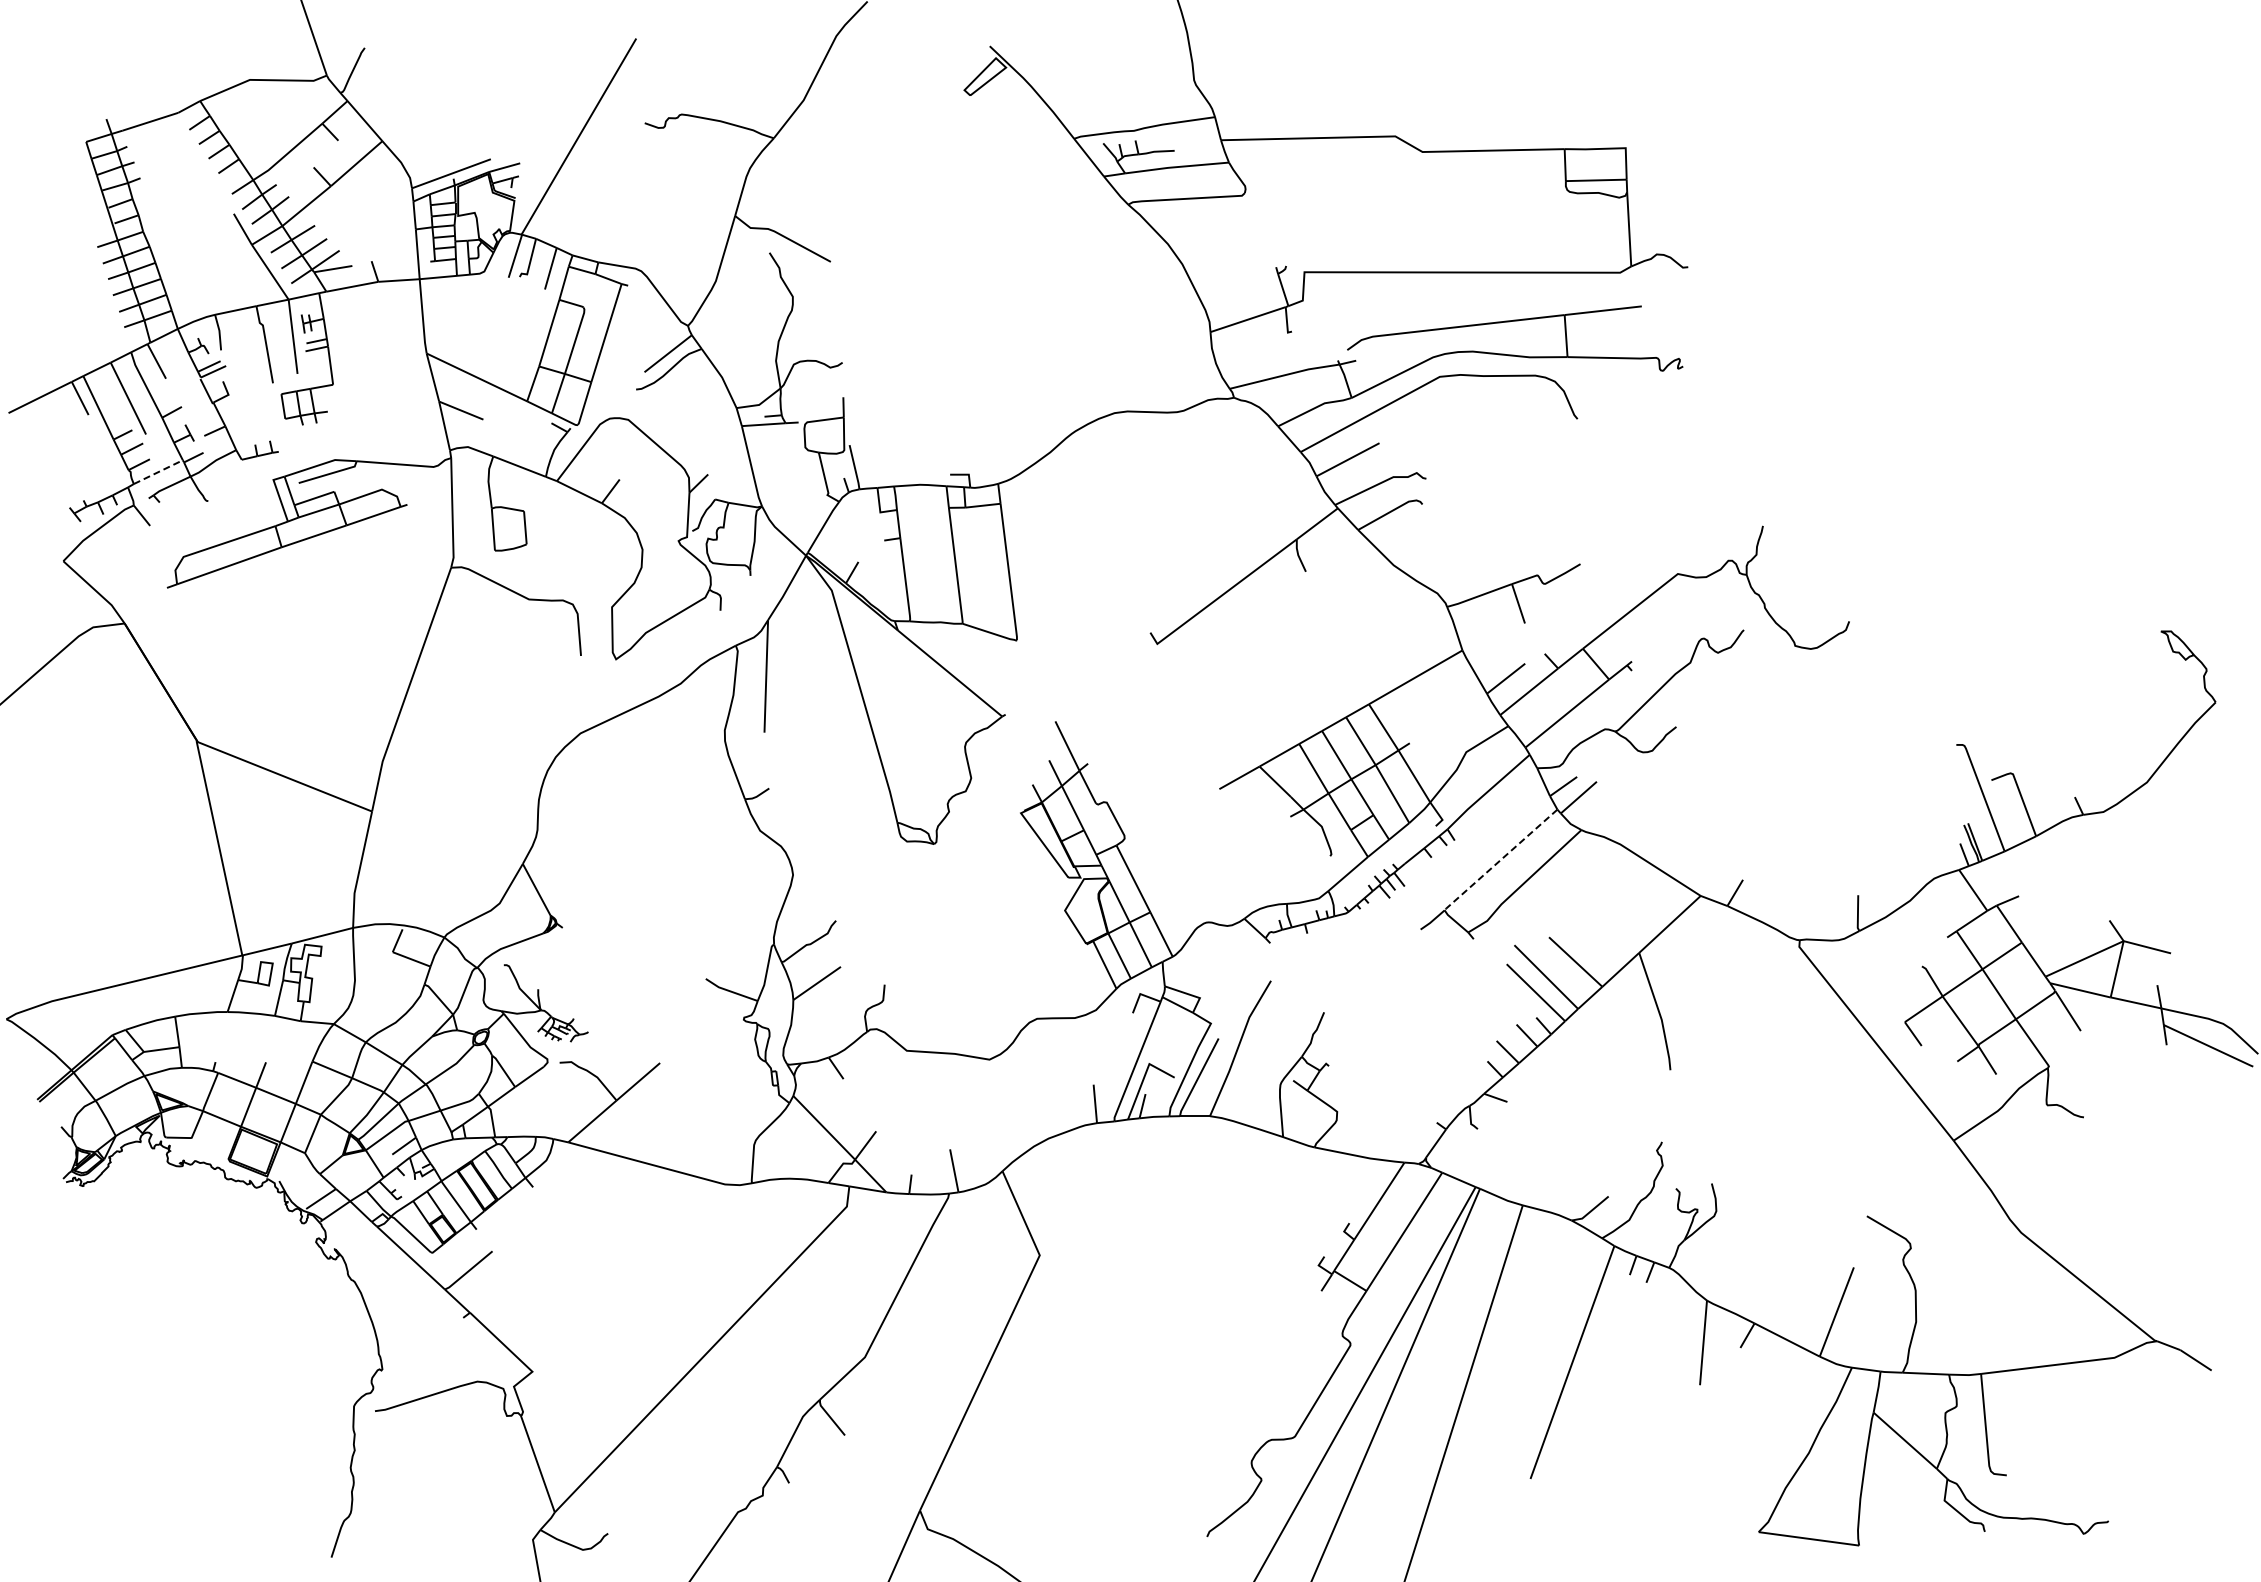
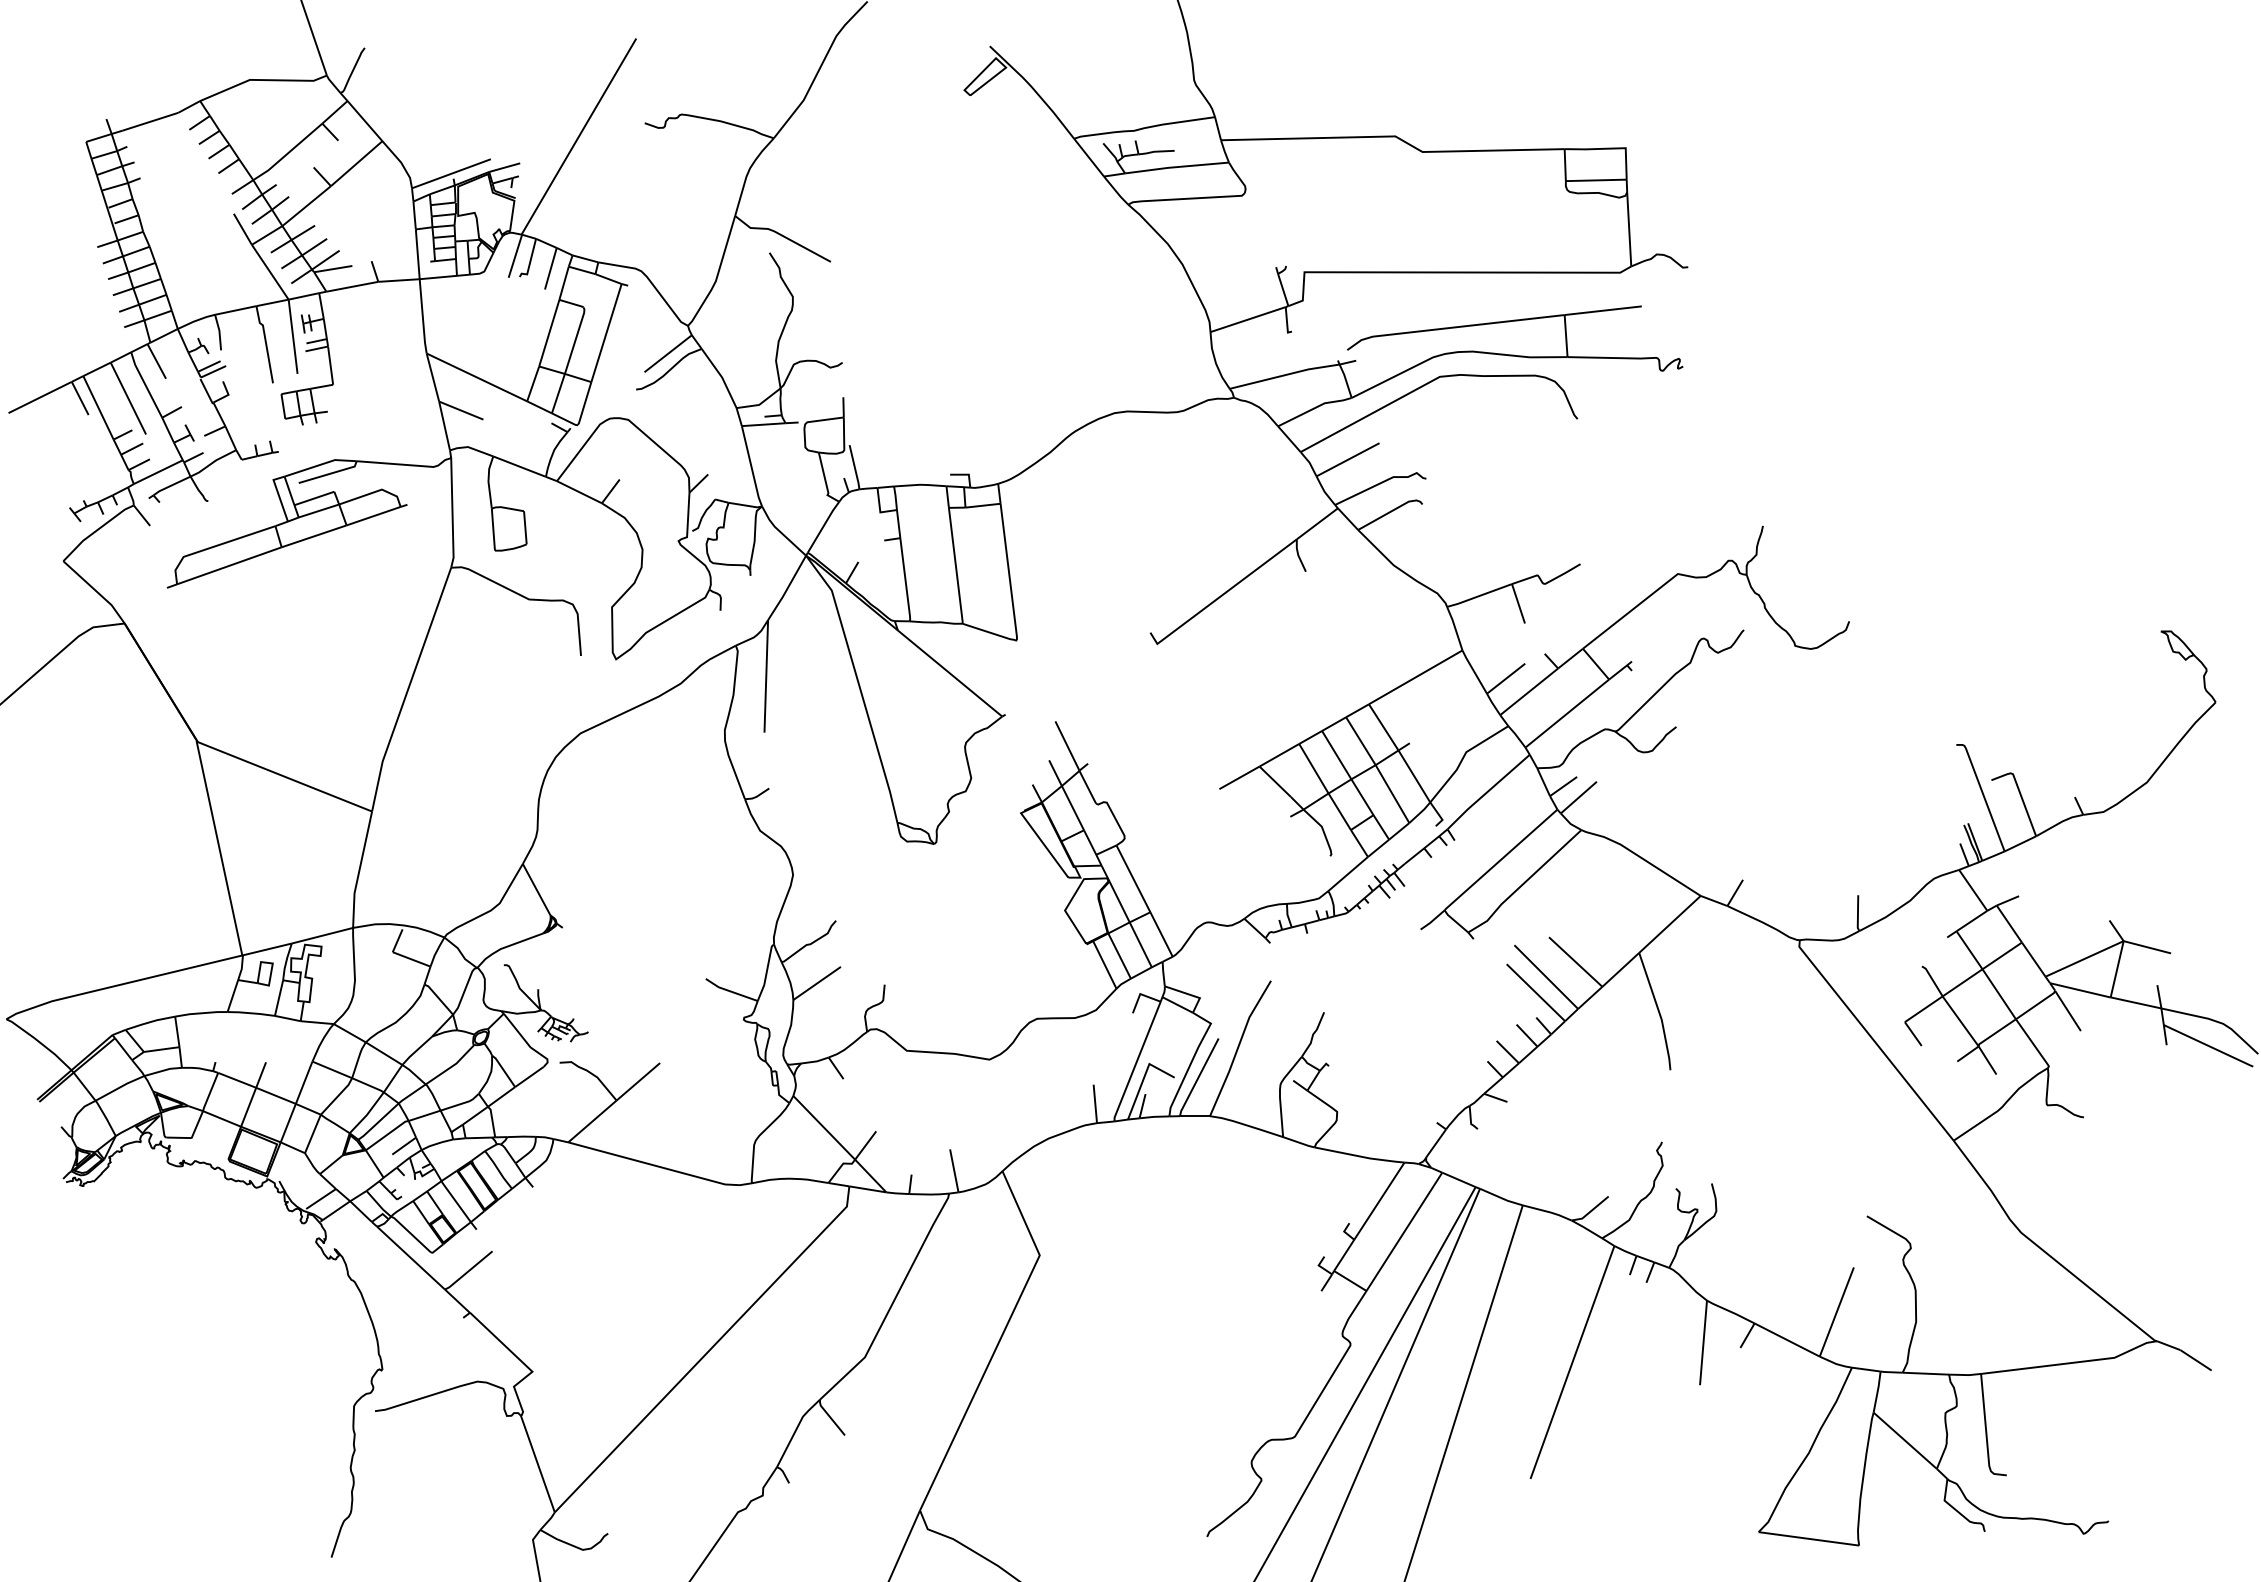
line at (158, 471): dashed -> solid
line at (1500, 860): dashed -> solid
